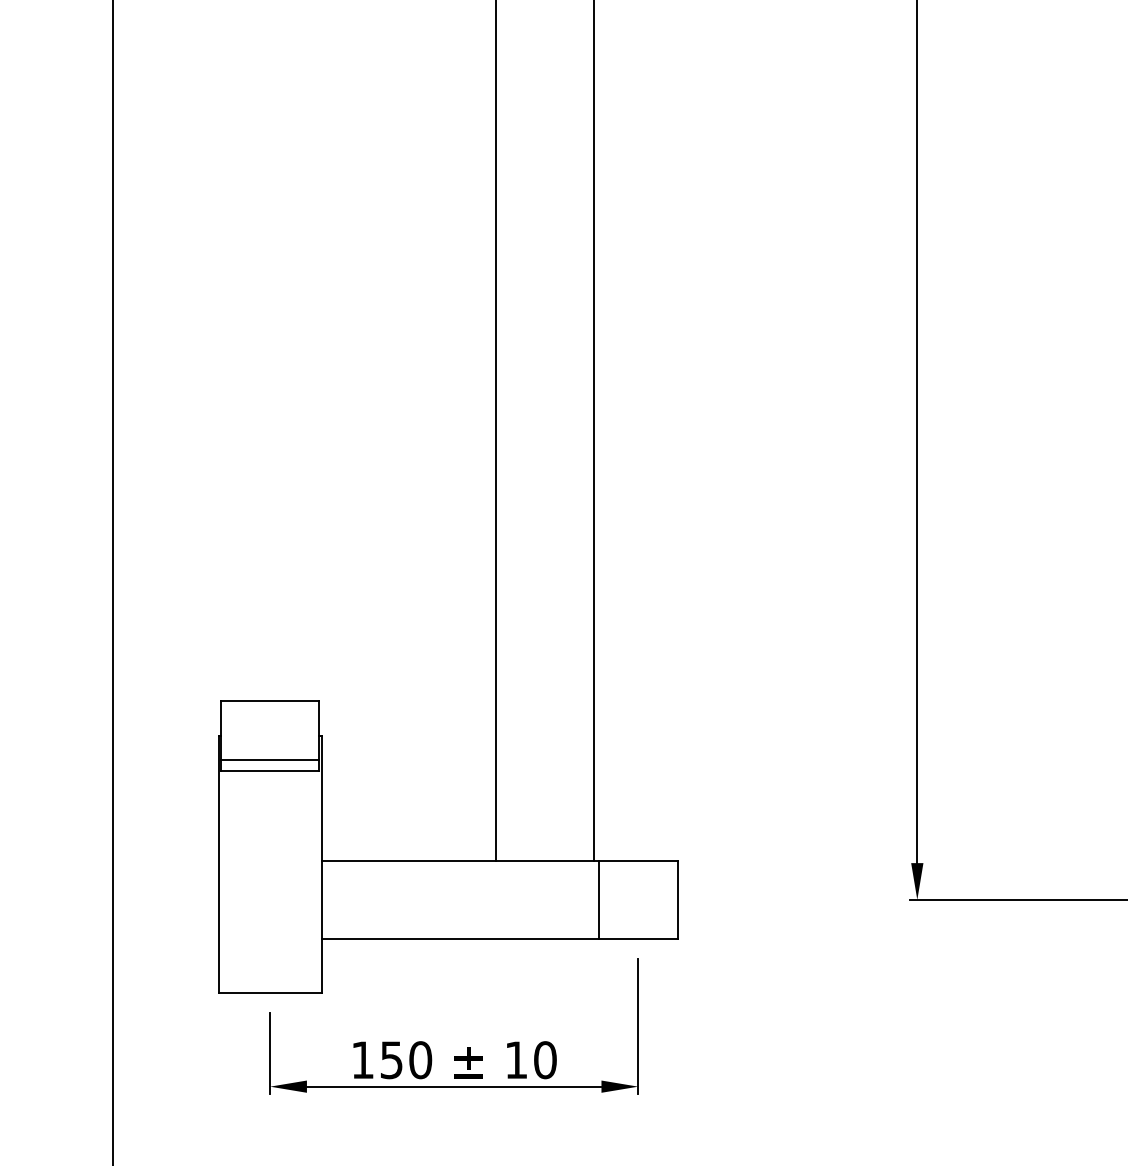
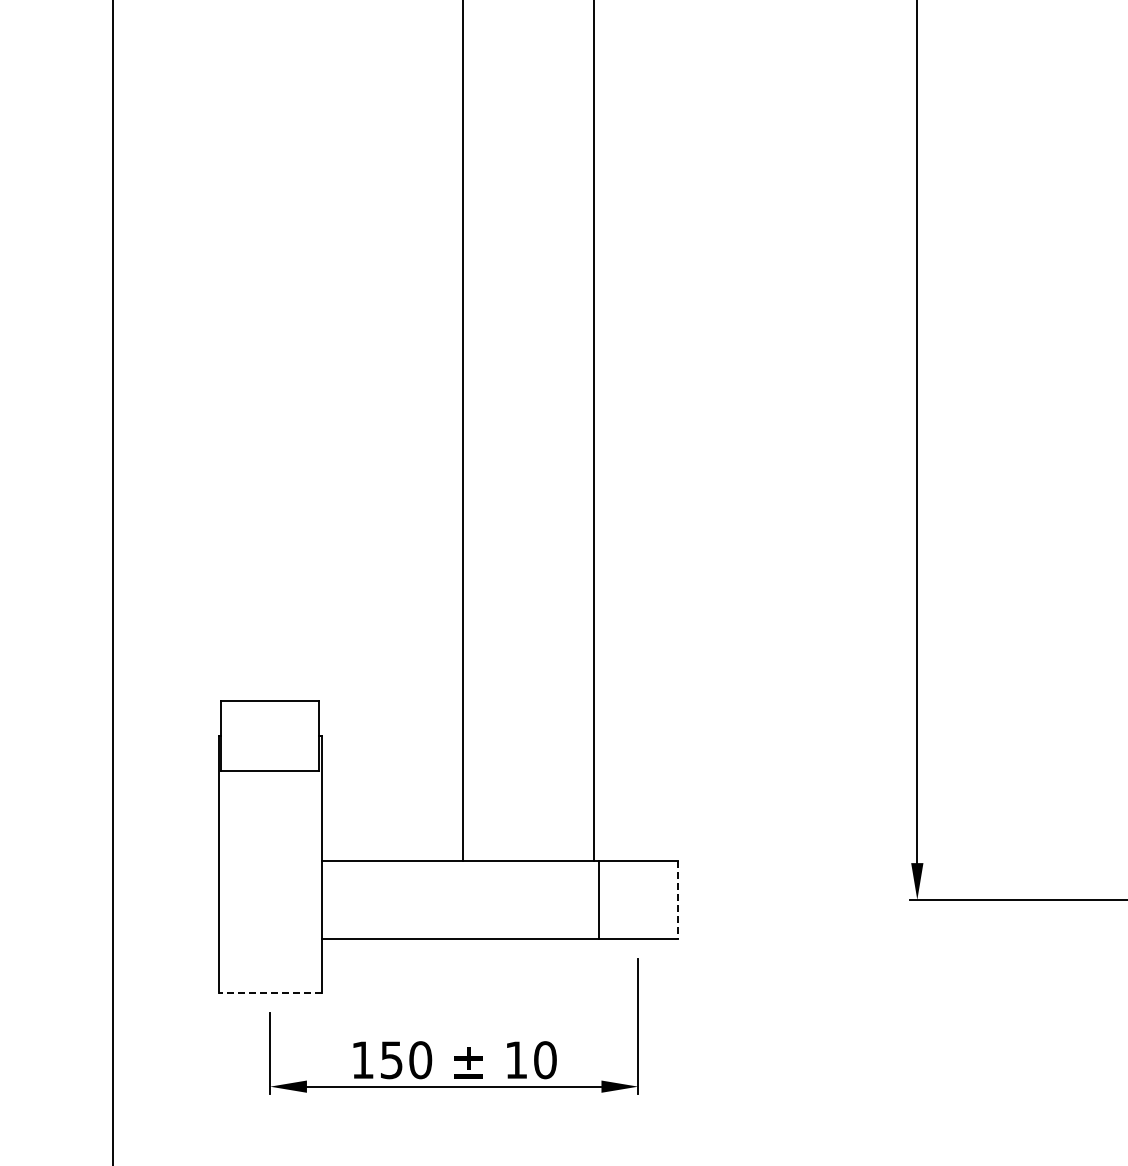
line at (495, 431) position: (495, 431) -> (462, 431)
line at (270, 760): present -> none
line at (677, 900): solid -> dashed
line at (270, 993): solid -> dashed
